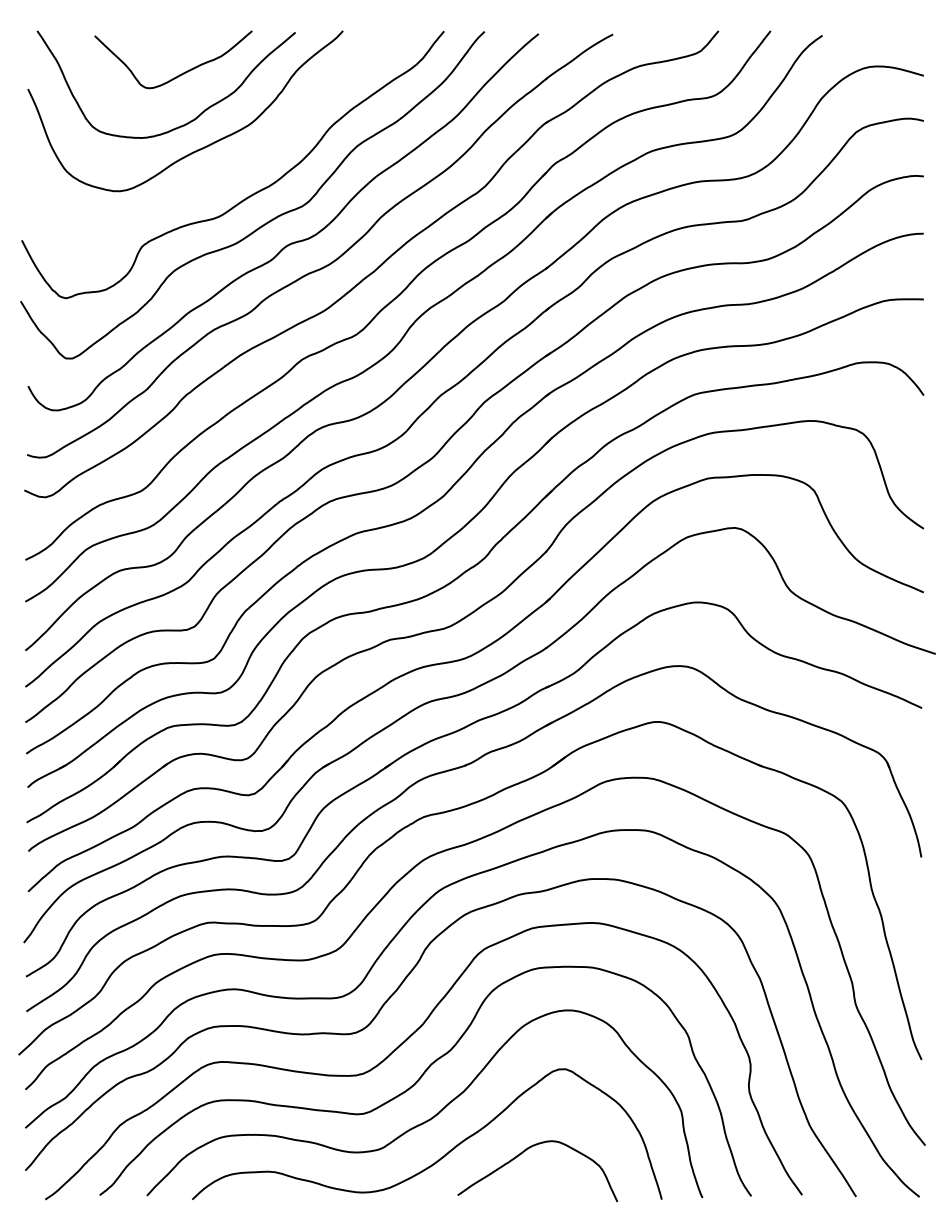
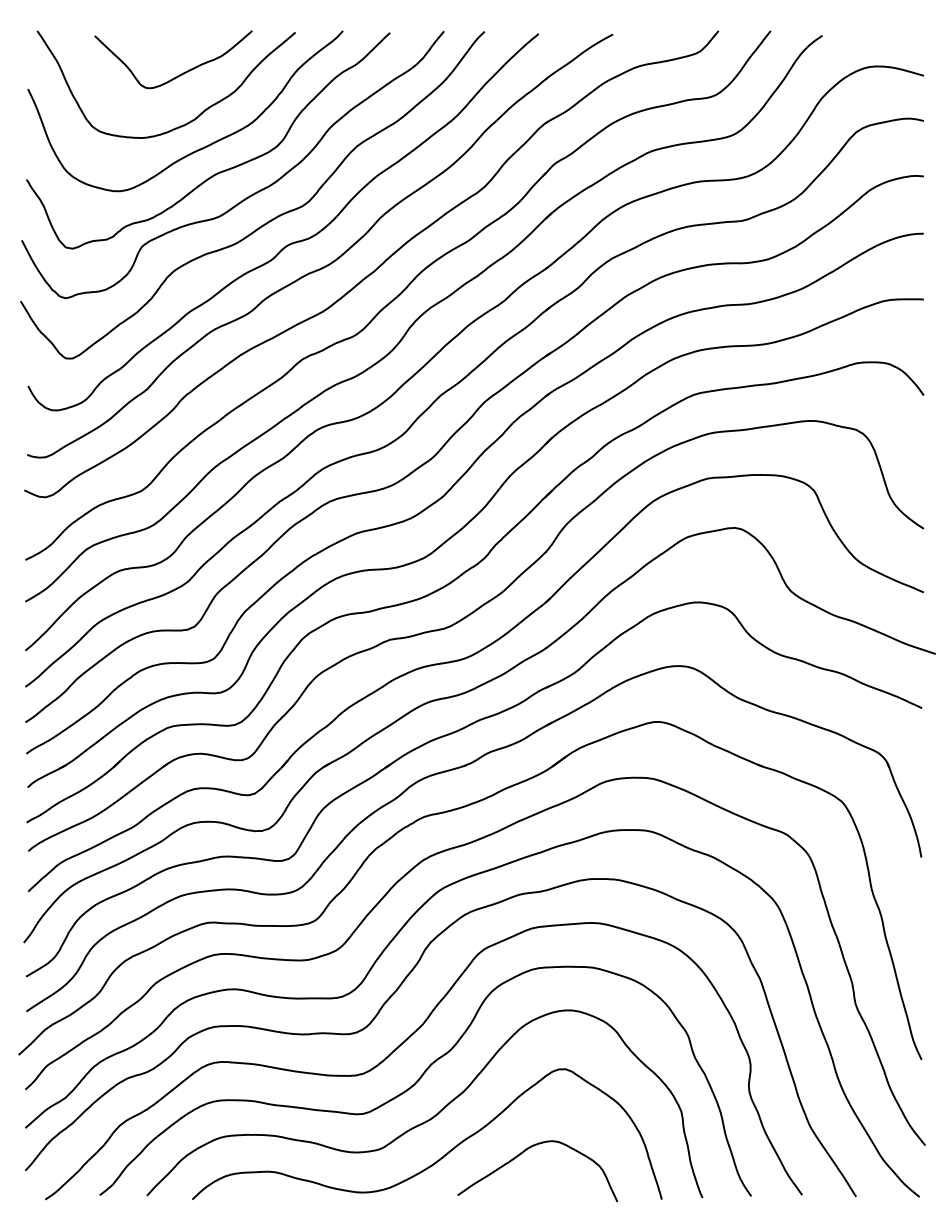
curve at (219, 171): none -> present
